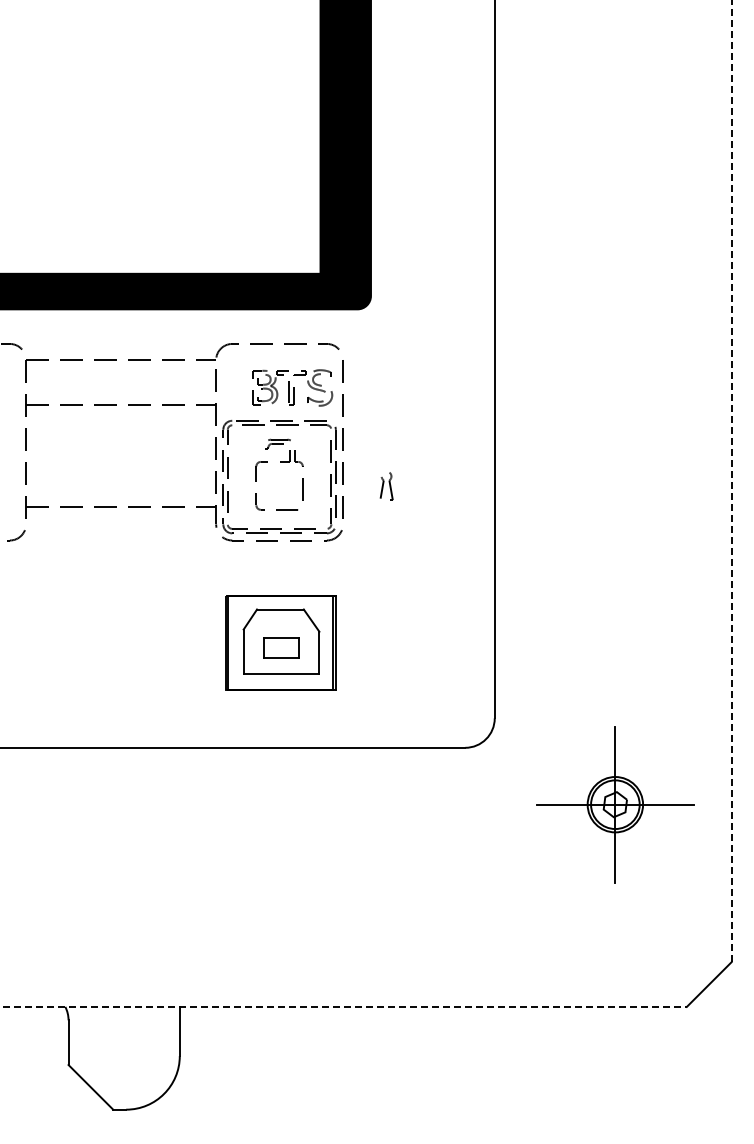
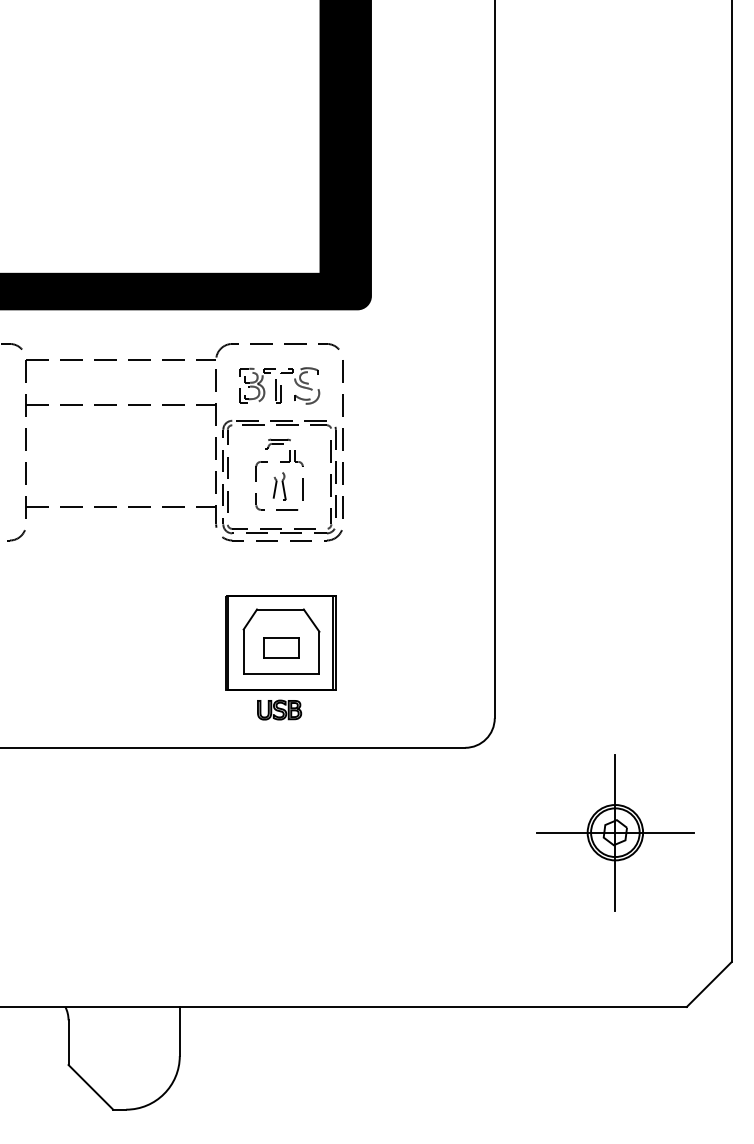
part at (292, 387) position: (292, 387) -> (279, 385)
line at (731, 481): dashed -> solid
part at (386, 486) position: (386, 486) -> (279, 486)
part at (279, 709): none -> present
part at (615, 804) position: (615, 804) -> (615, 832)
line at (344, 1006): dashed -> solid
